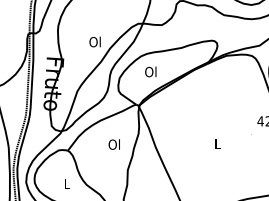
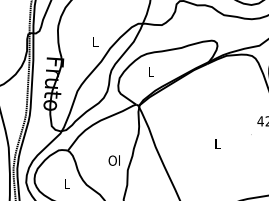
text at (94, 41): Ol -> L
text at (150, 71): Ol -> L
text at (113, 144) position: (113, 144) -> (113, 160)
